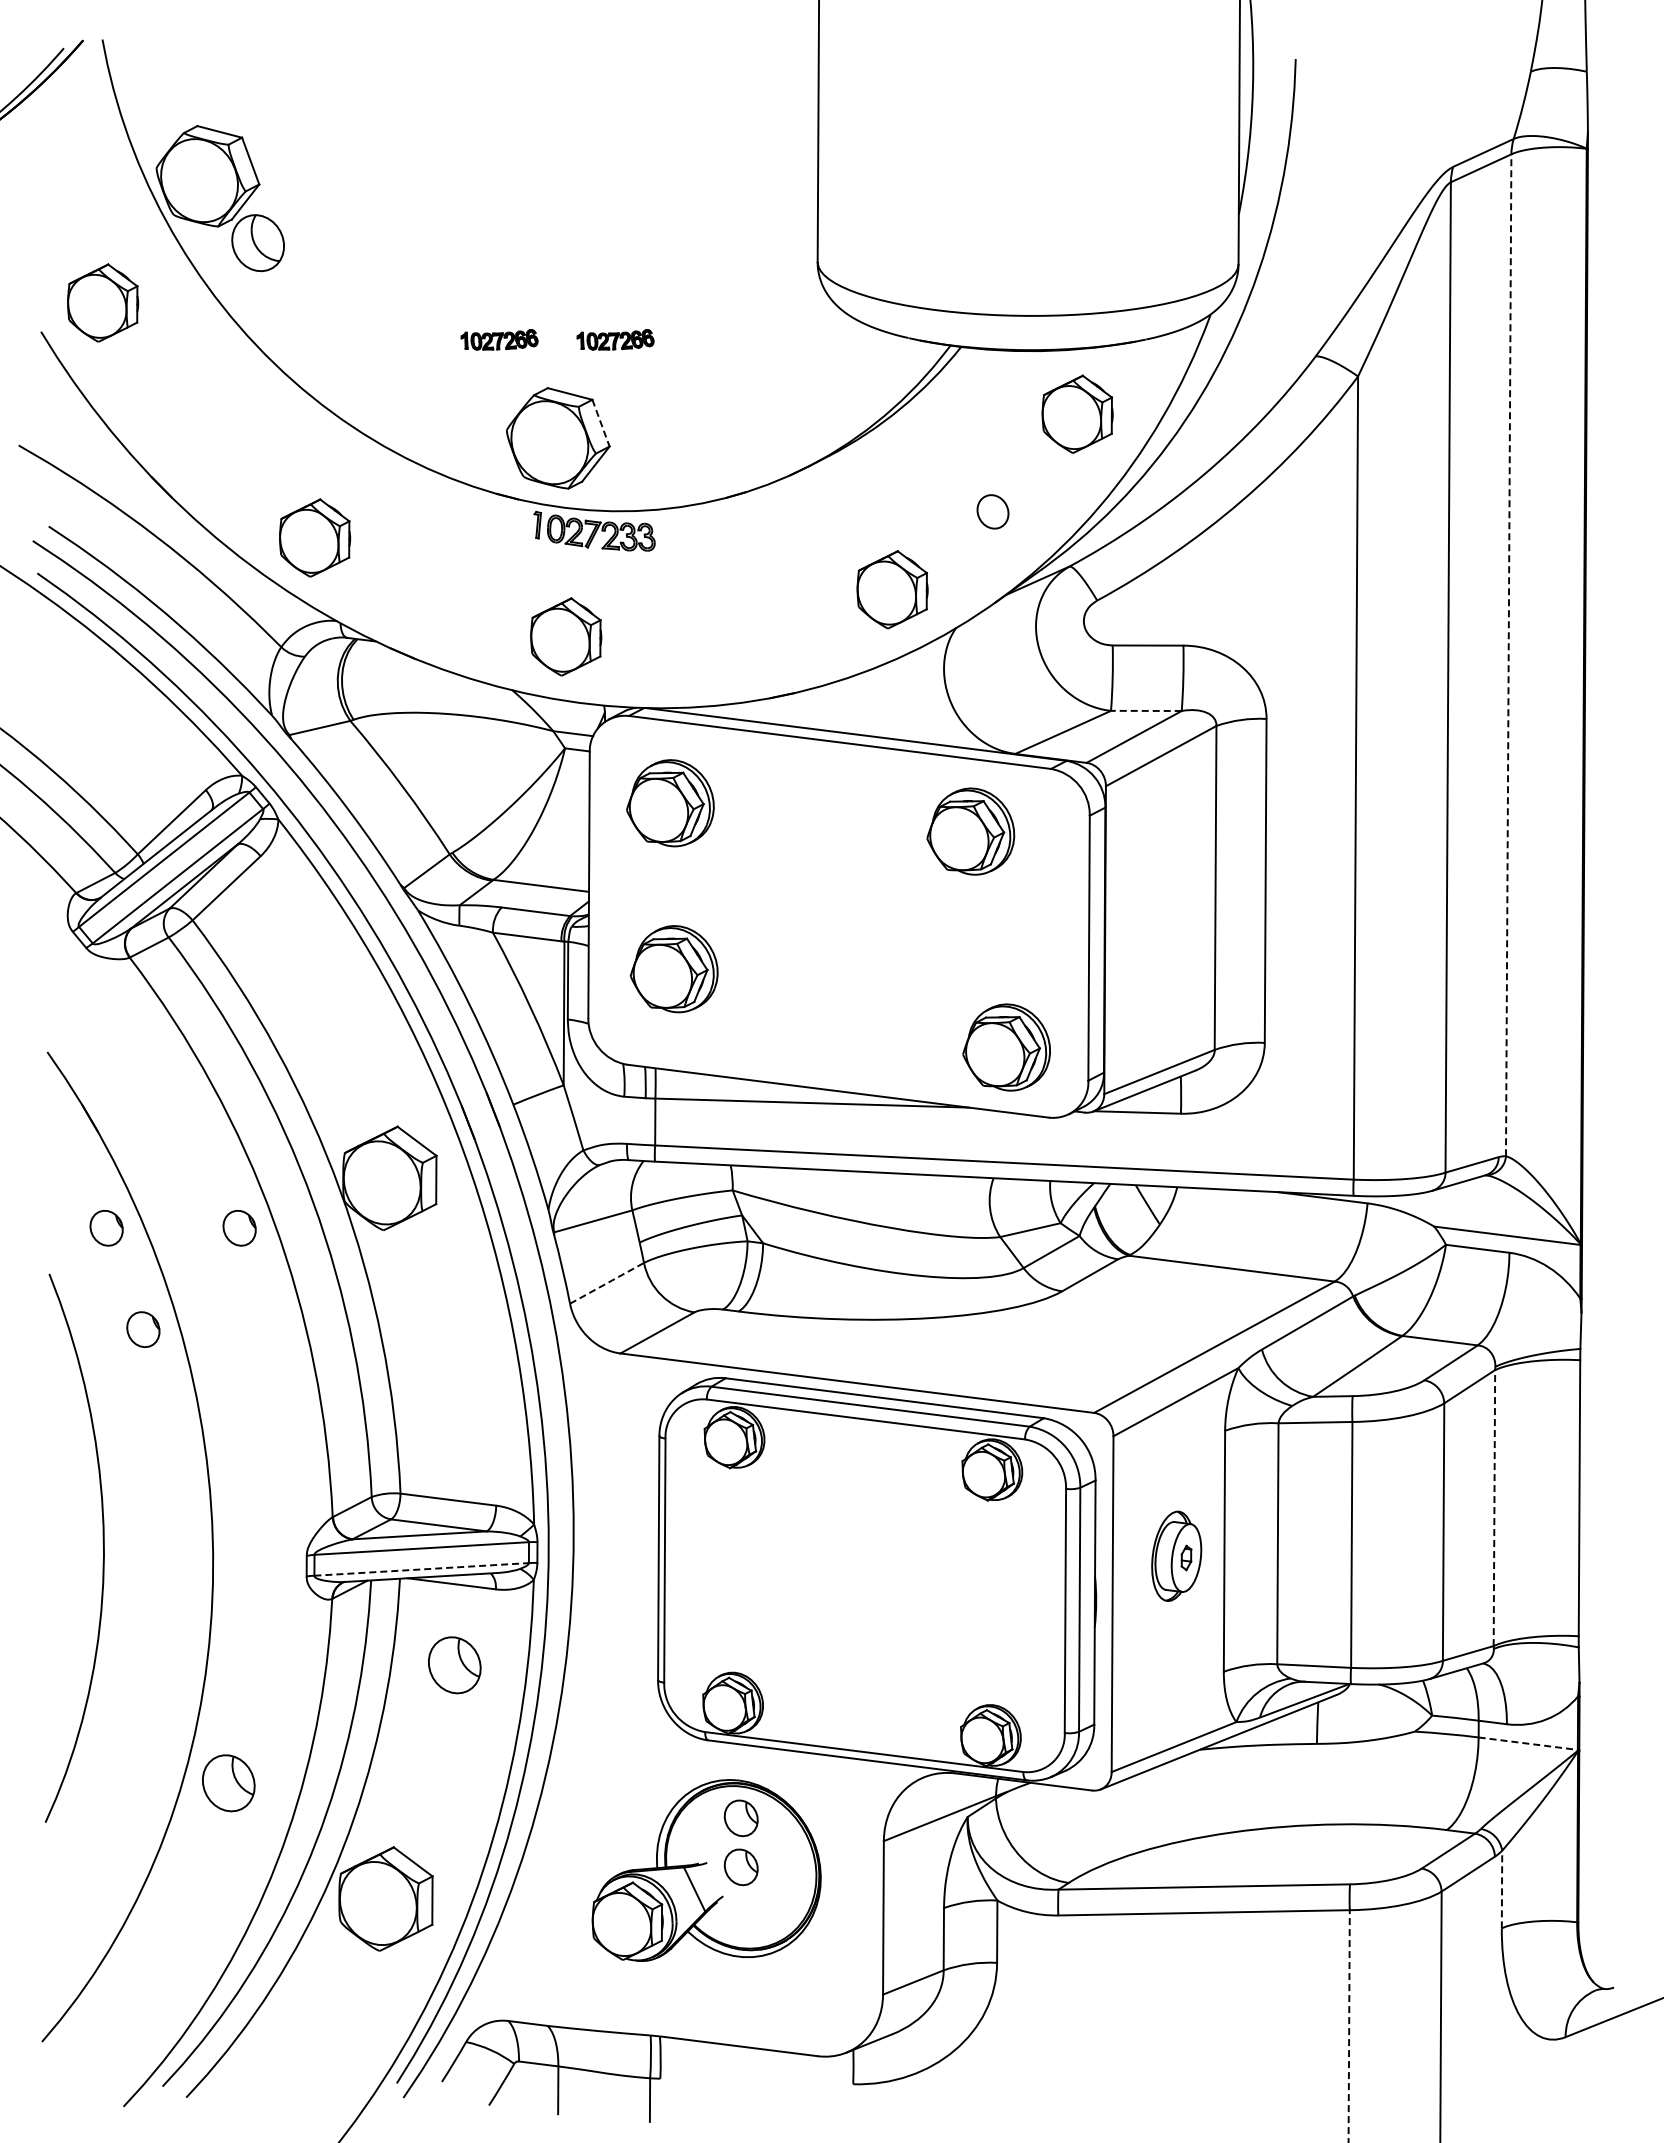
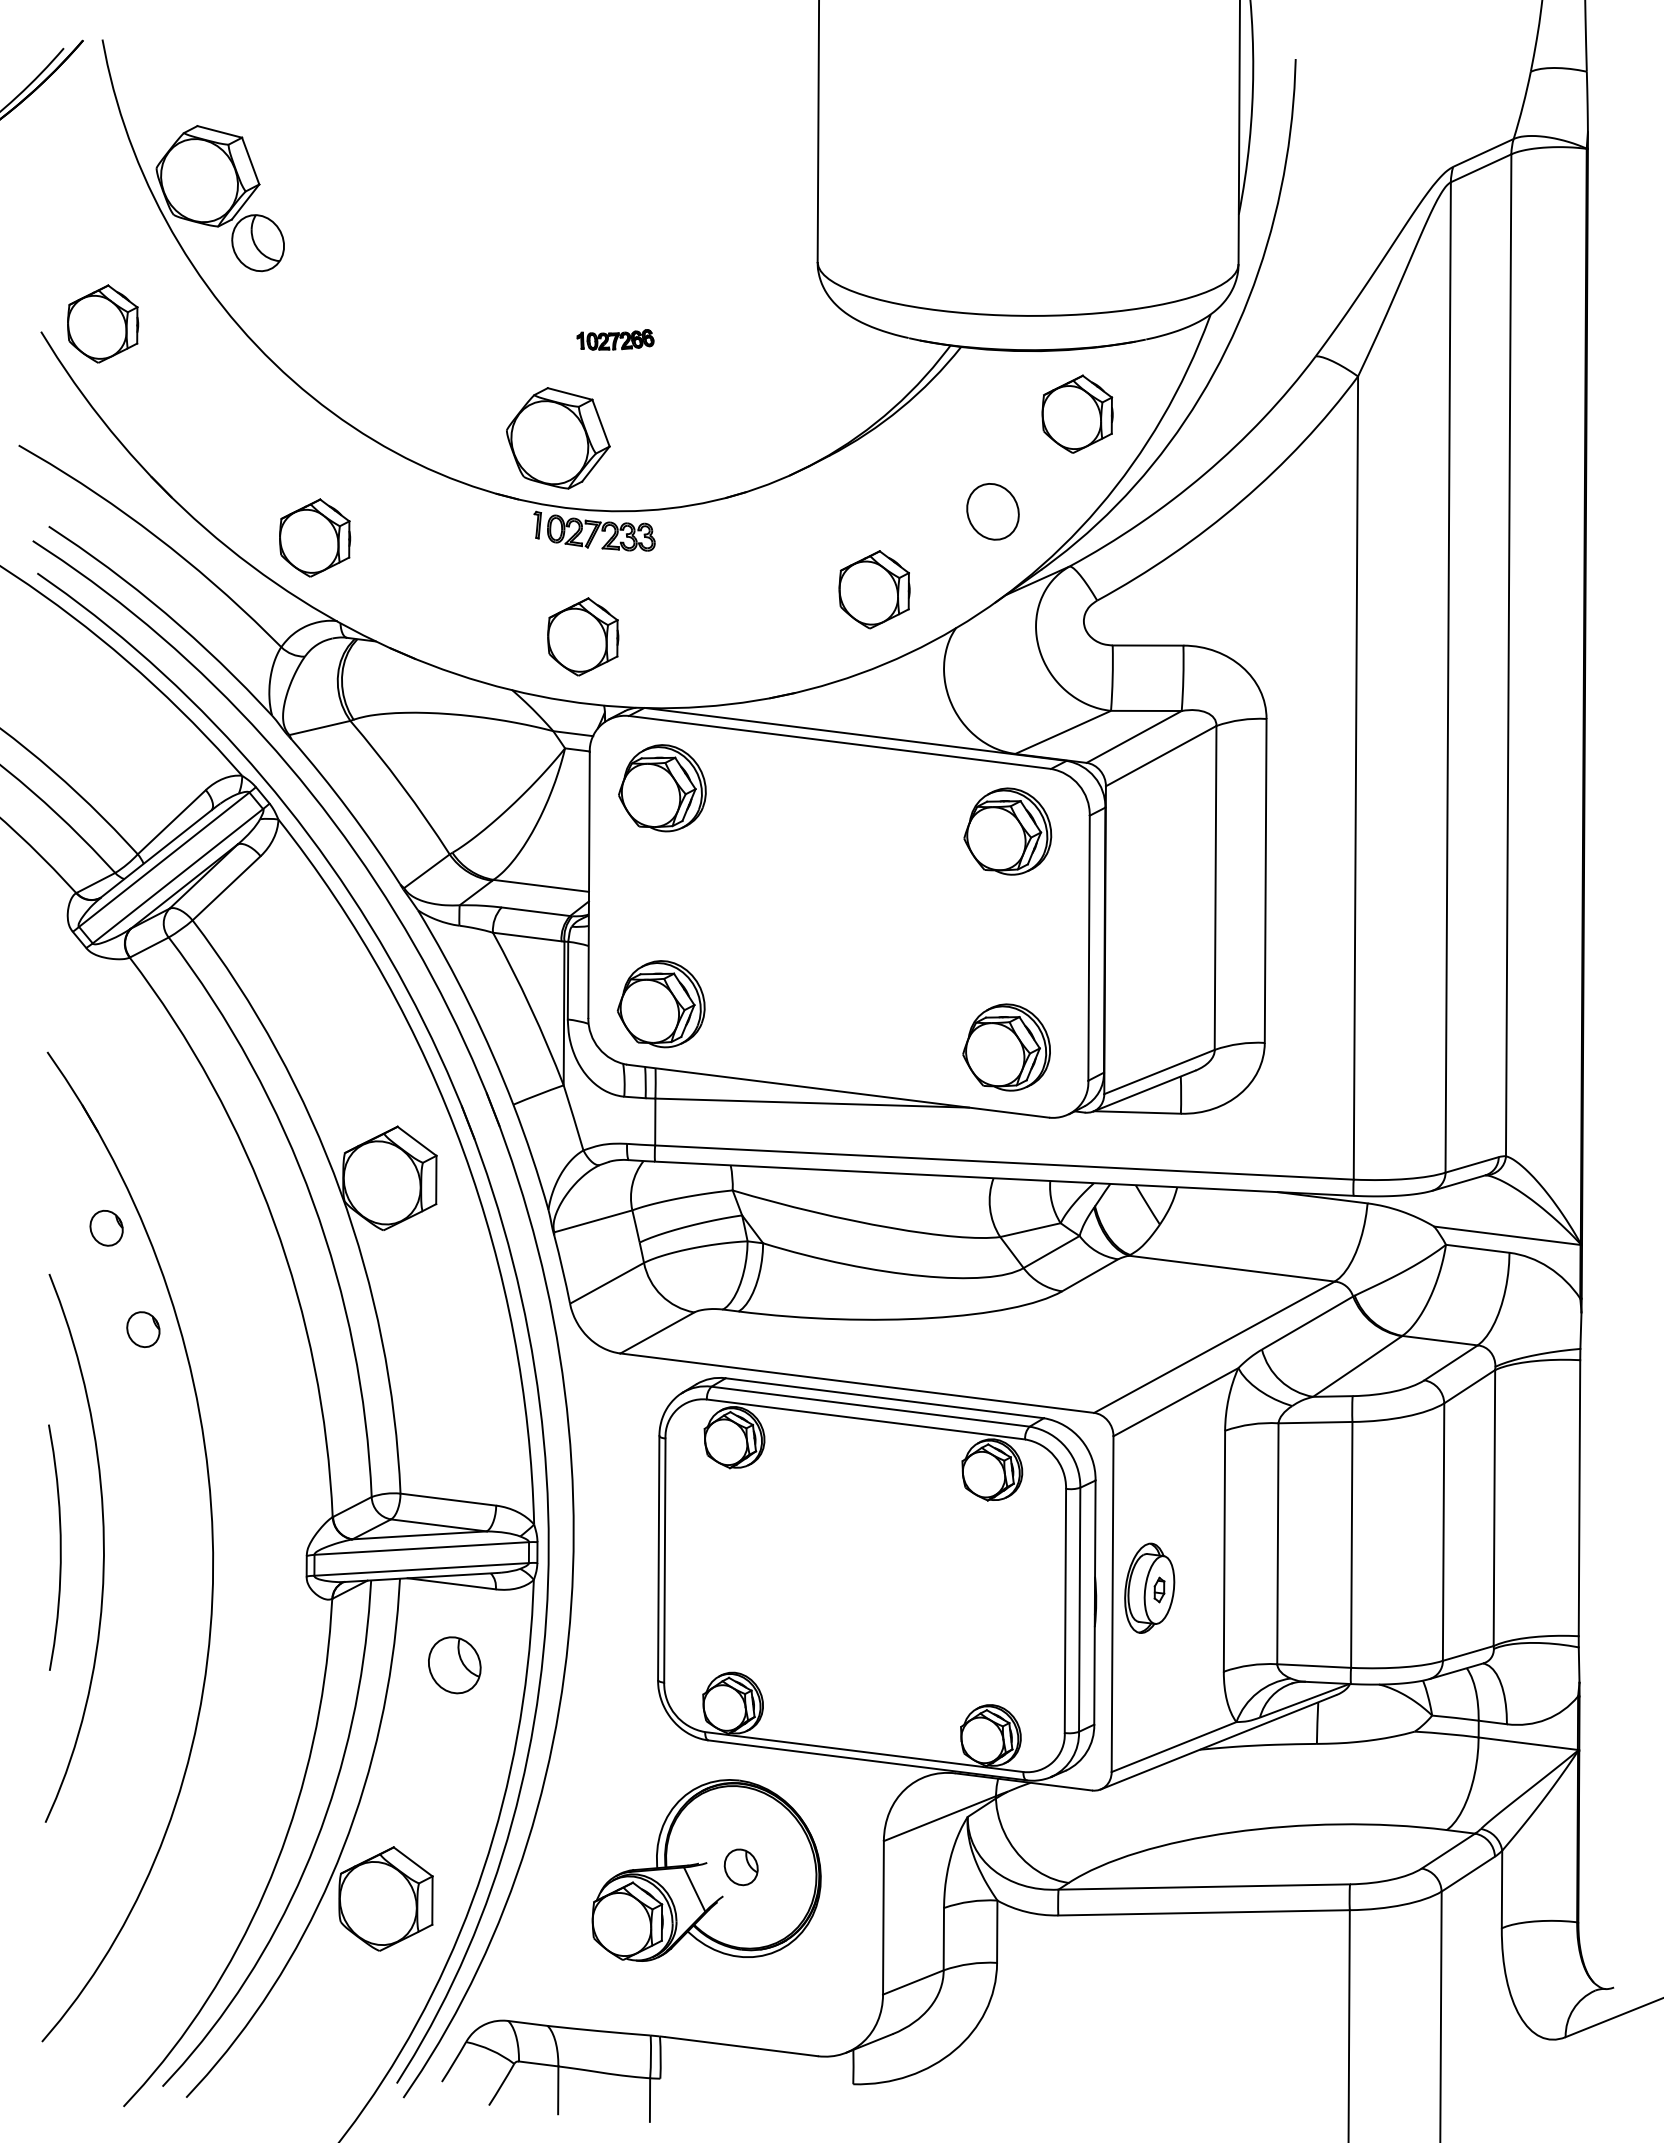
part at (103, 302) position: (103, 302) -> (103, 323)
part at (499, 339): present -> none
line at (601, 423): dashed -> solid
part at (992, 511) size: 34x36 px -> 54x58 px
part at (892, 589) position: (892, 589) -> (874, 589)
part at (566, 636) position: (566, 636) -> (583, 636)
line at (1508, 655): dashed -> solid
line at (1145, 710): dashed -> solid
part at (670, 803) position: (670, 803) -> (662, 788)
part at (970, 831) position: (970, 831) -> (1007, 831)
part at (673, 969) position: (673, 969) -> (660, 1004)
part at (239, 1228): present -> none
line at (607, 1282): dashed -> solid
line at (1494, 1507): dashed -> solid
curve at (59, 1547): none -> present
part at (1176, 1555) position: (1176, 1555) -> (1149, 1587)
line at (422, 1569): dashed -> solid
line at (1528, 1743): dashed -> solid
part at (228, 1783): present -> none
part at (740, 1818): present -> none
line at (1502, 1889): dashed -> solid
line at (1349, 2026): dashed -> solid
